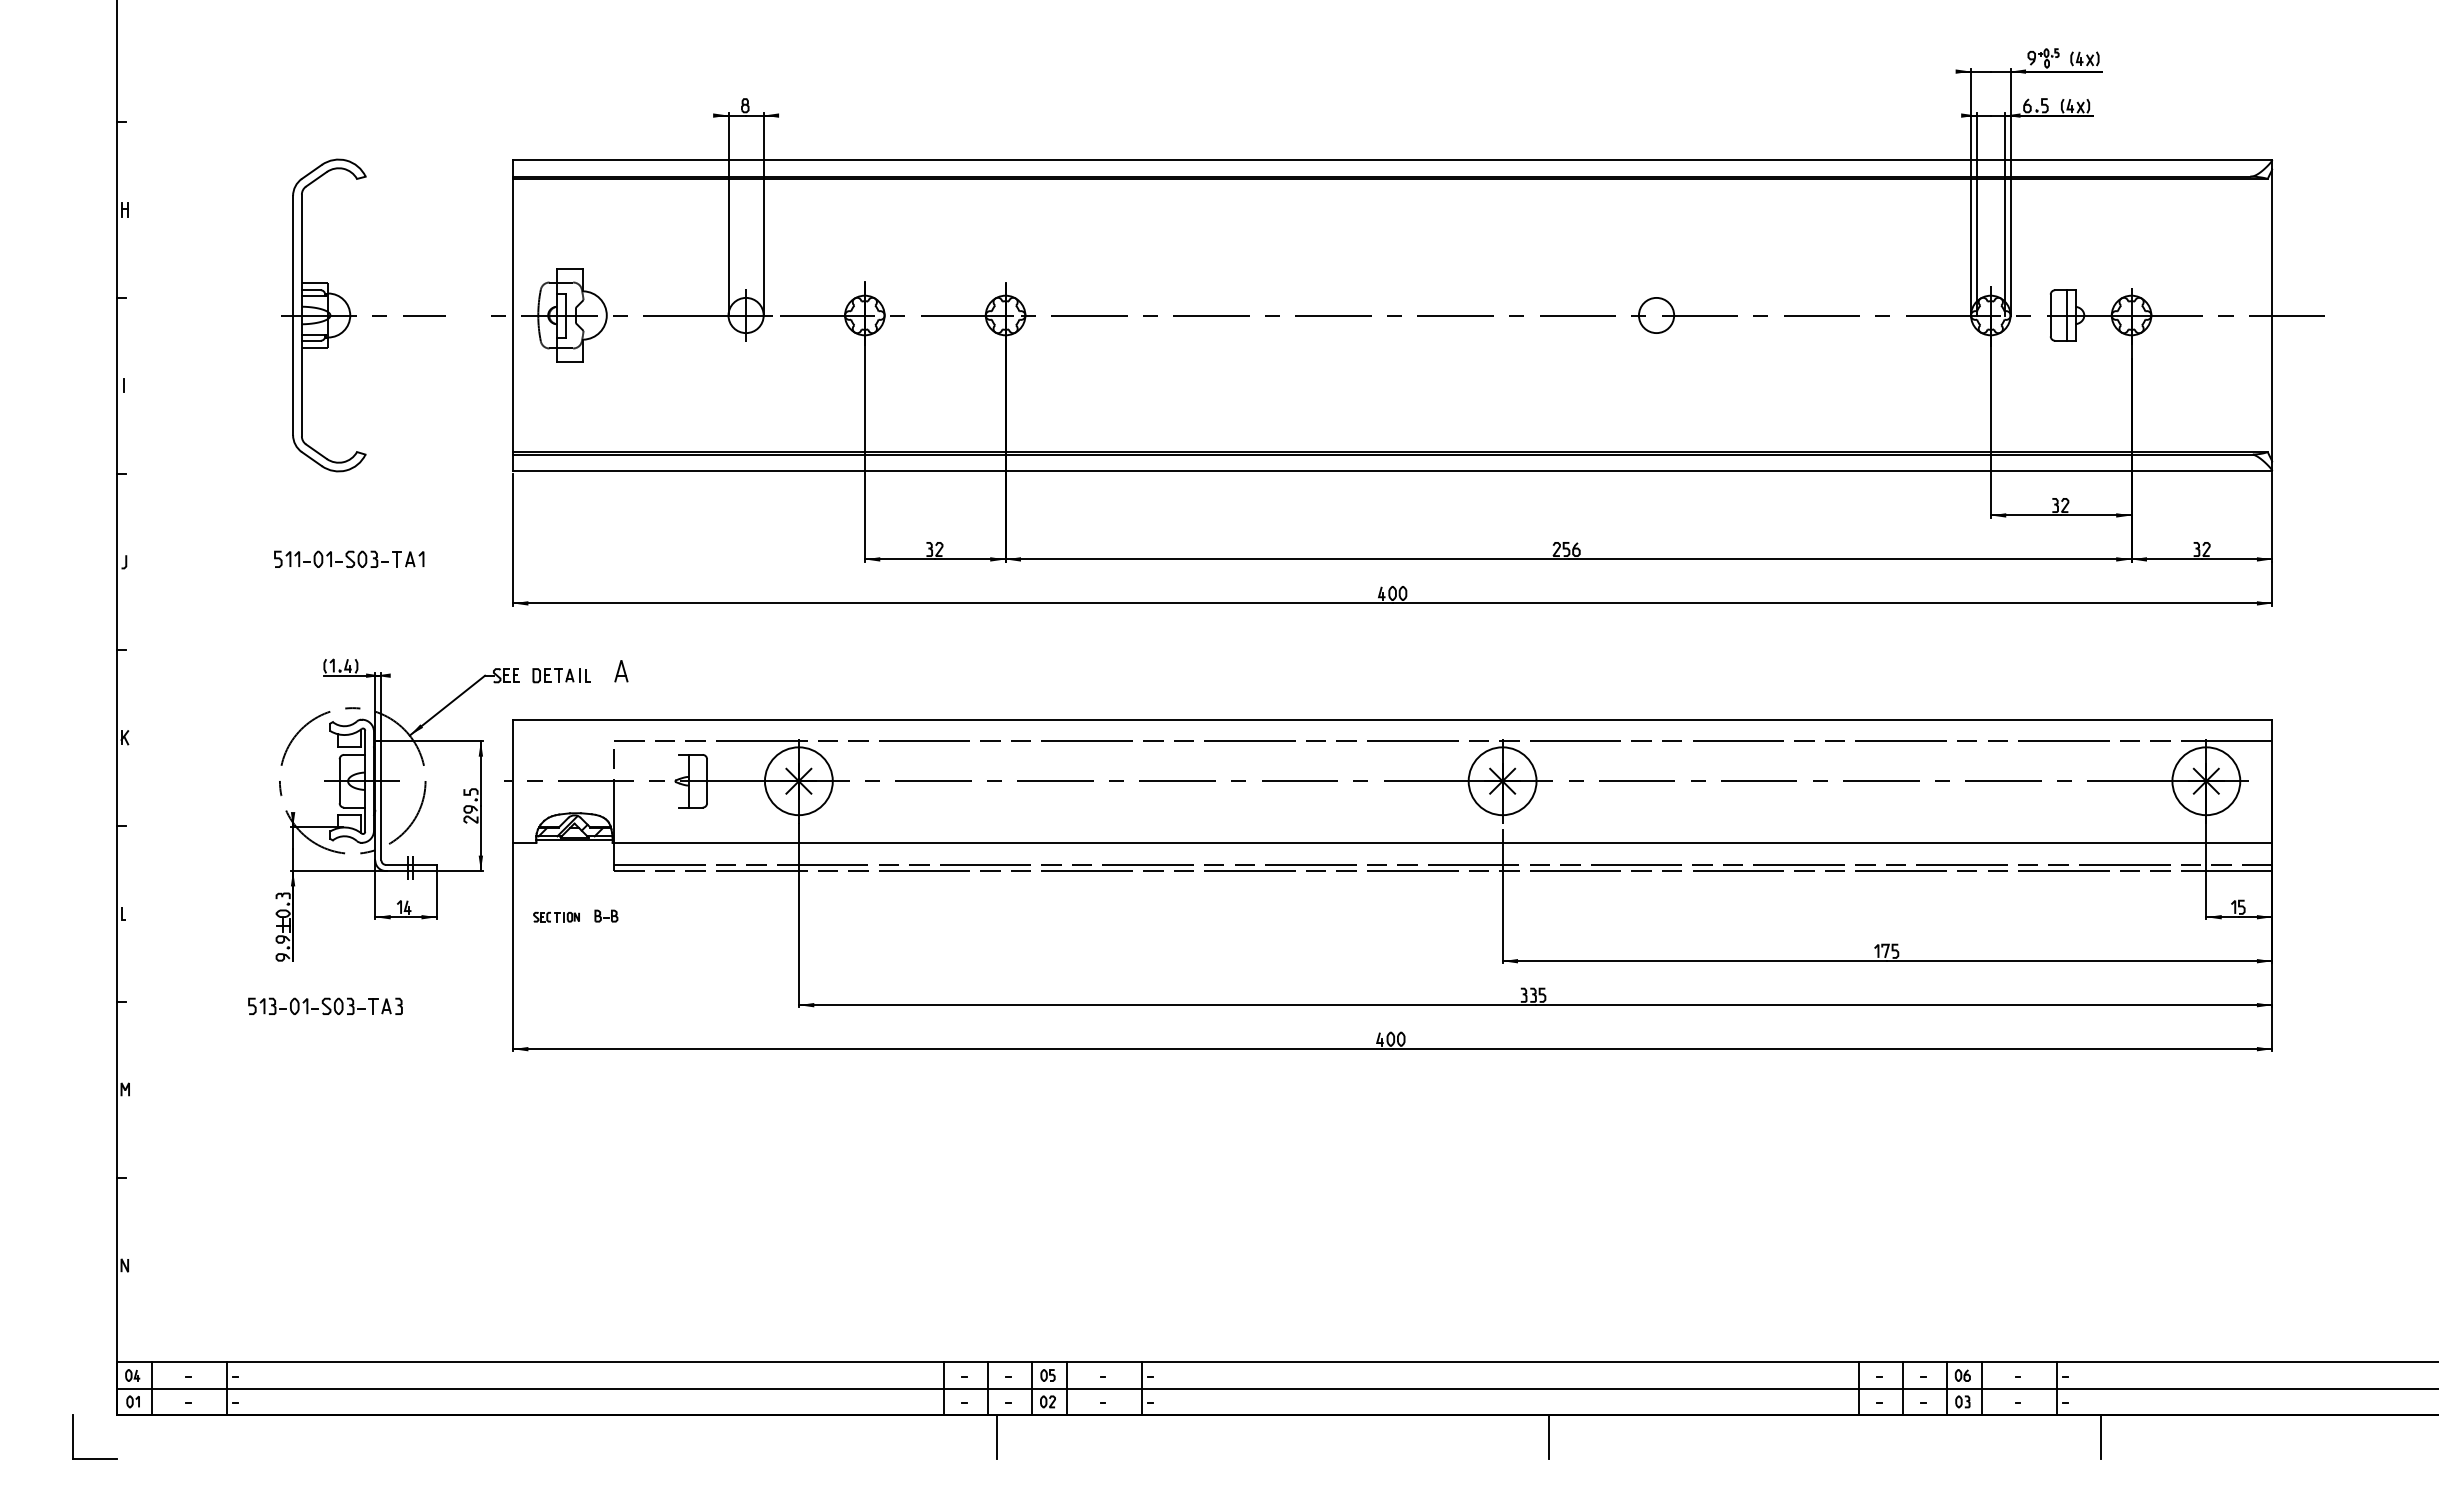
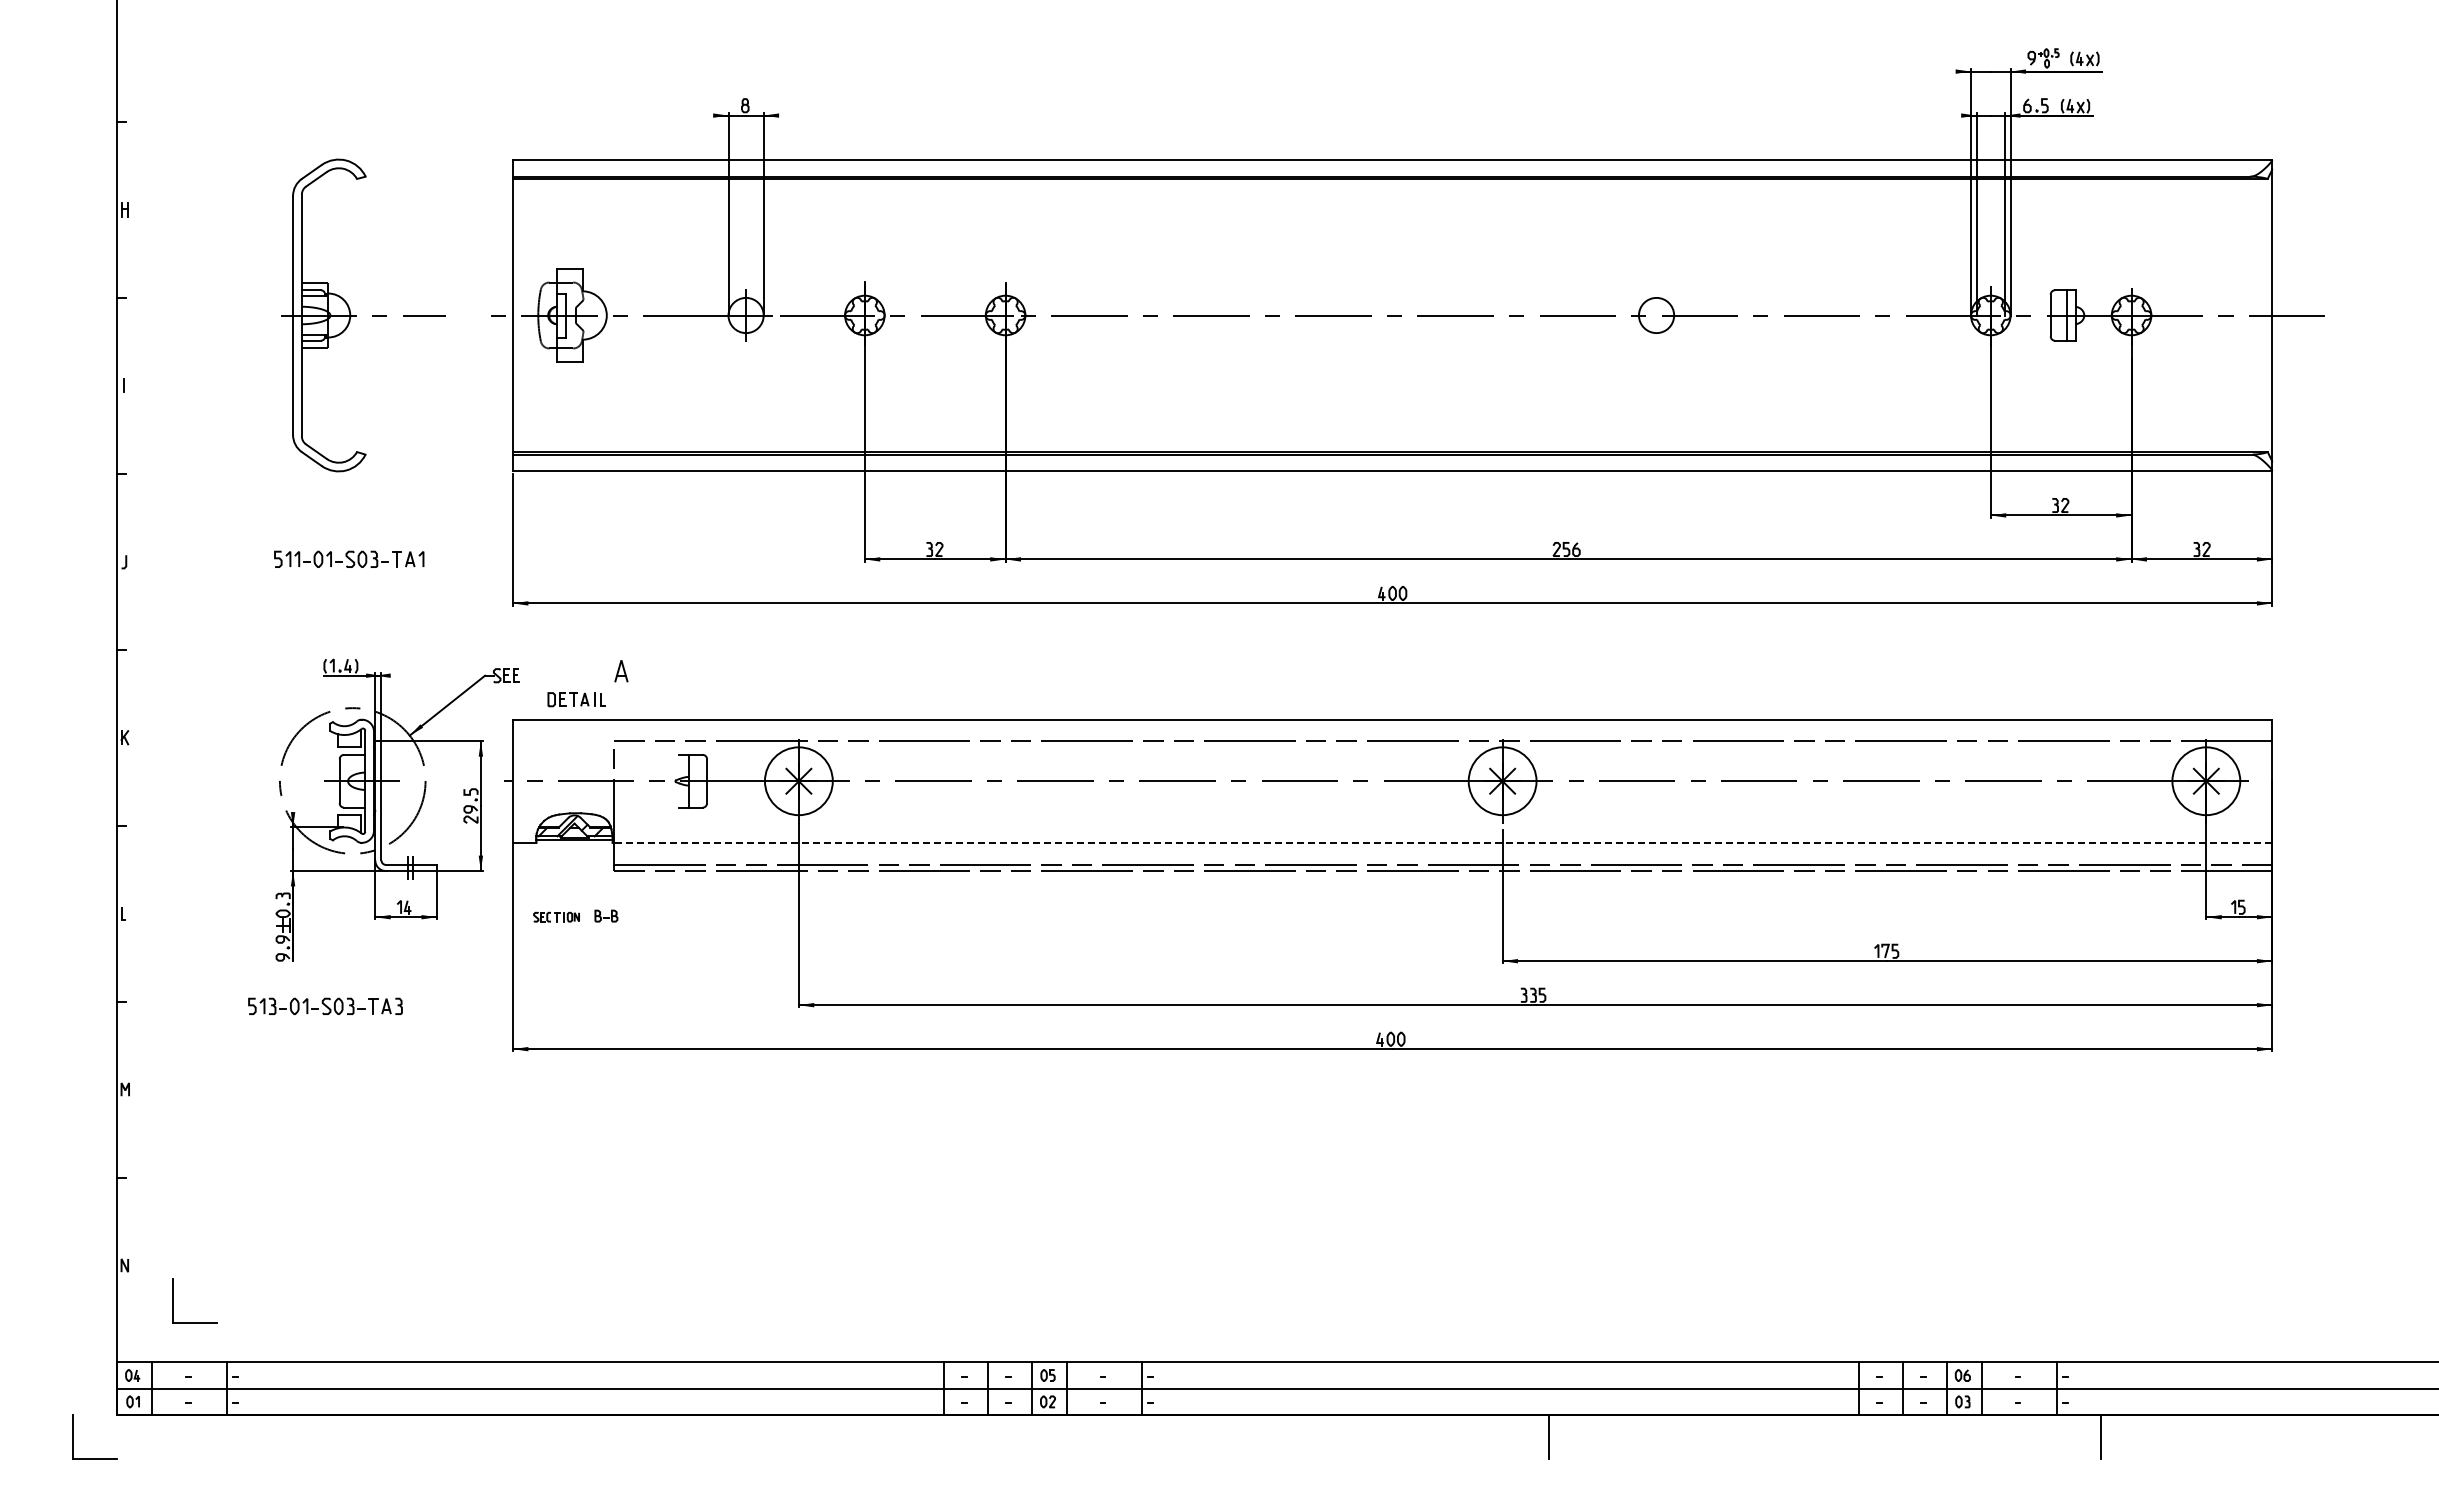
part at (561, 675) position: (561, 675) -> (576, 699)
line at (1442, 842): solid -> dashed
part at (173, 1300): none -> present
line at (996, 1437): present -> none
